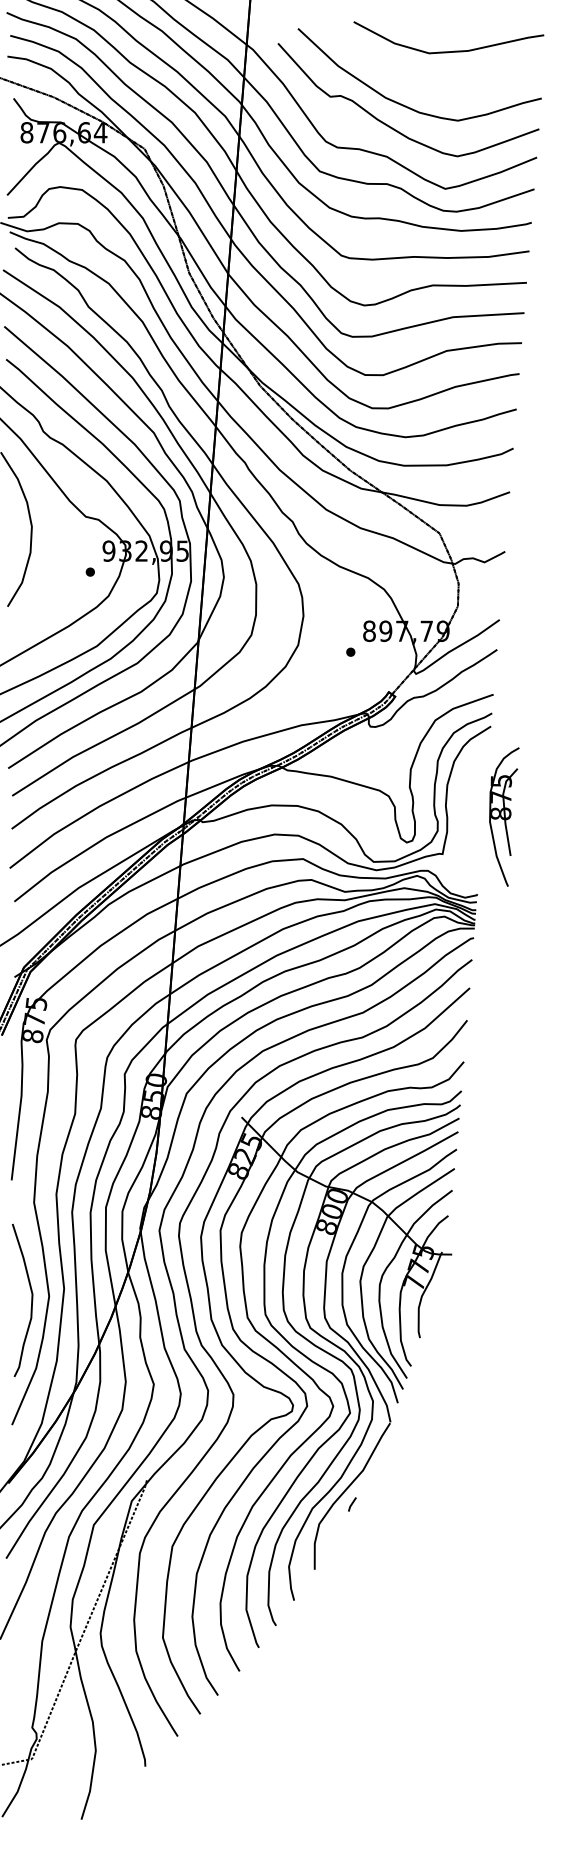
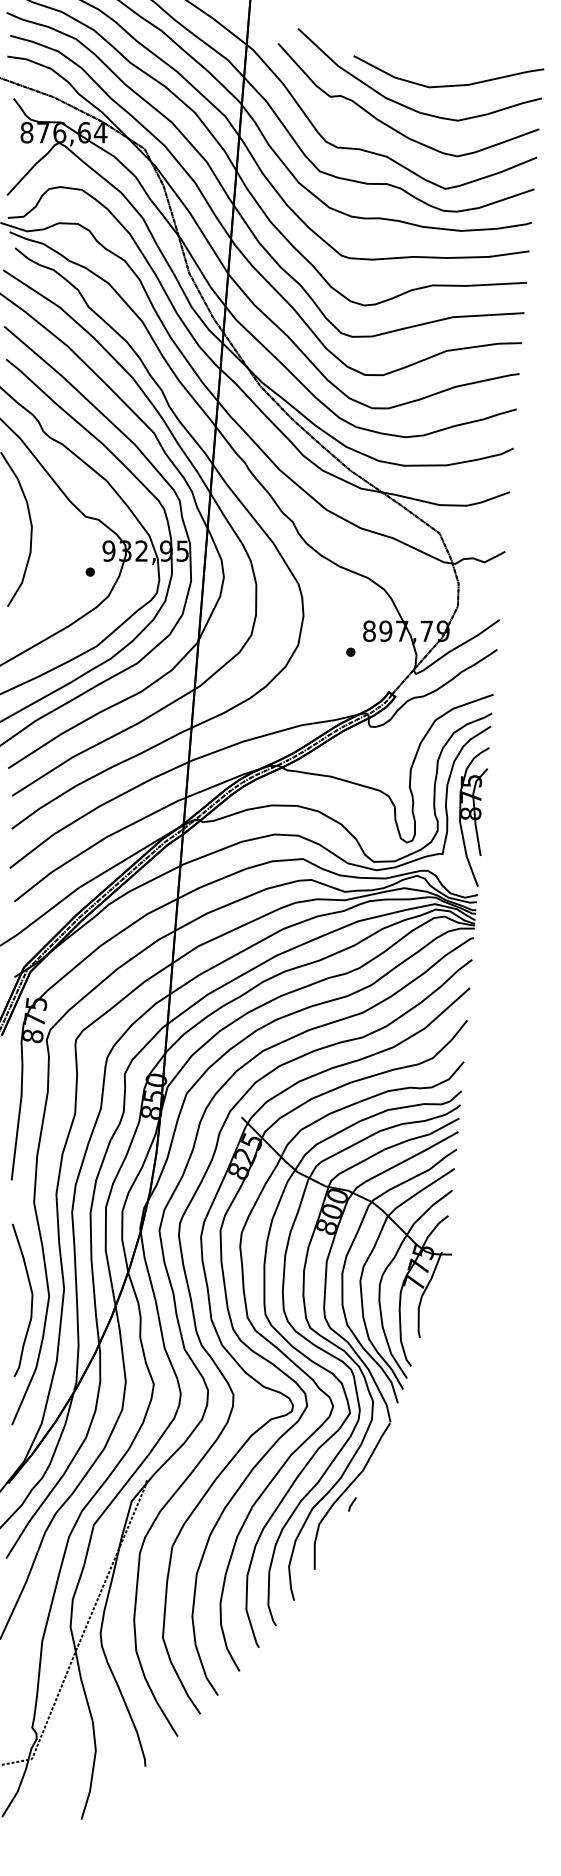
curve at (448, 51) position: (448, 51) -> (448, 85)
part at (504, 816) position: (504, 816) -> (474, 816)
